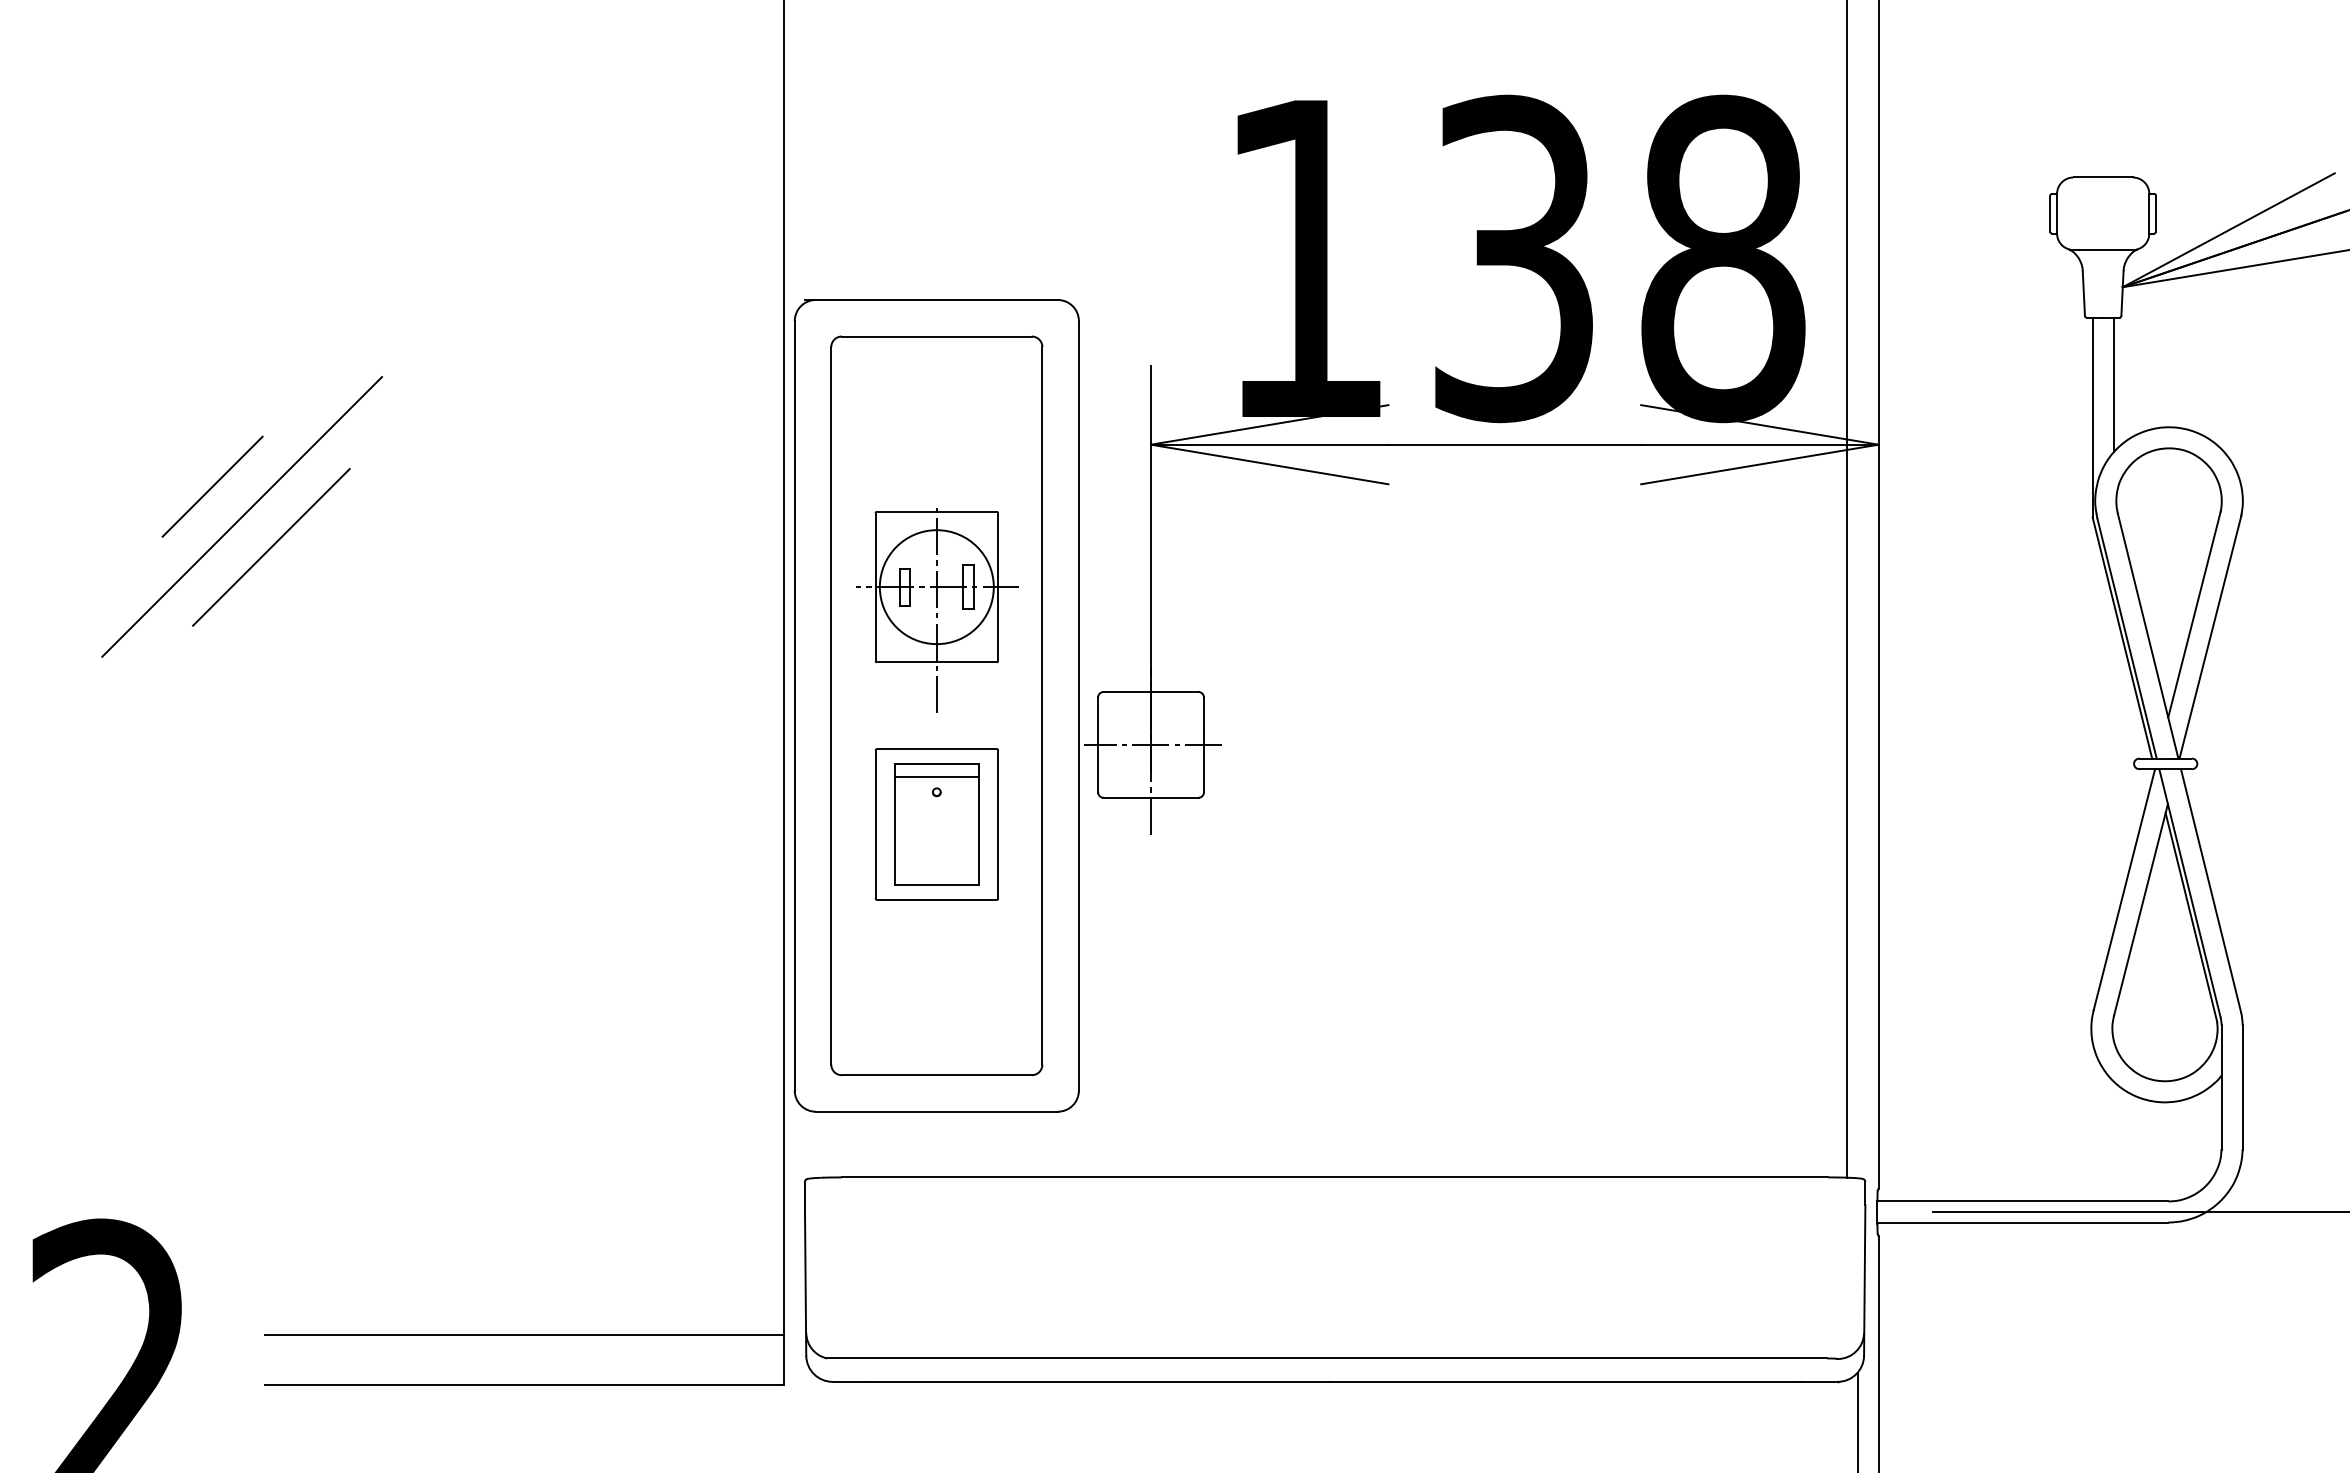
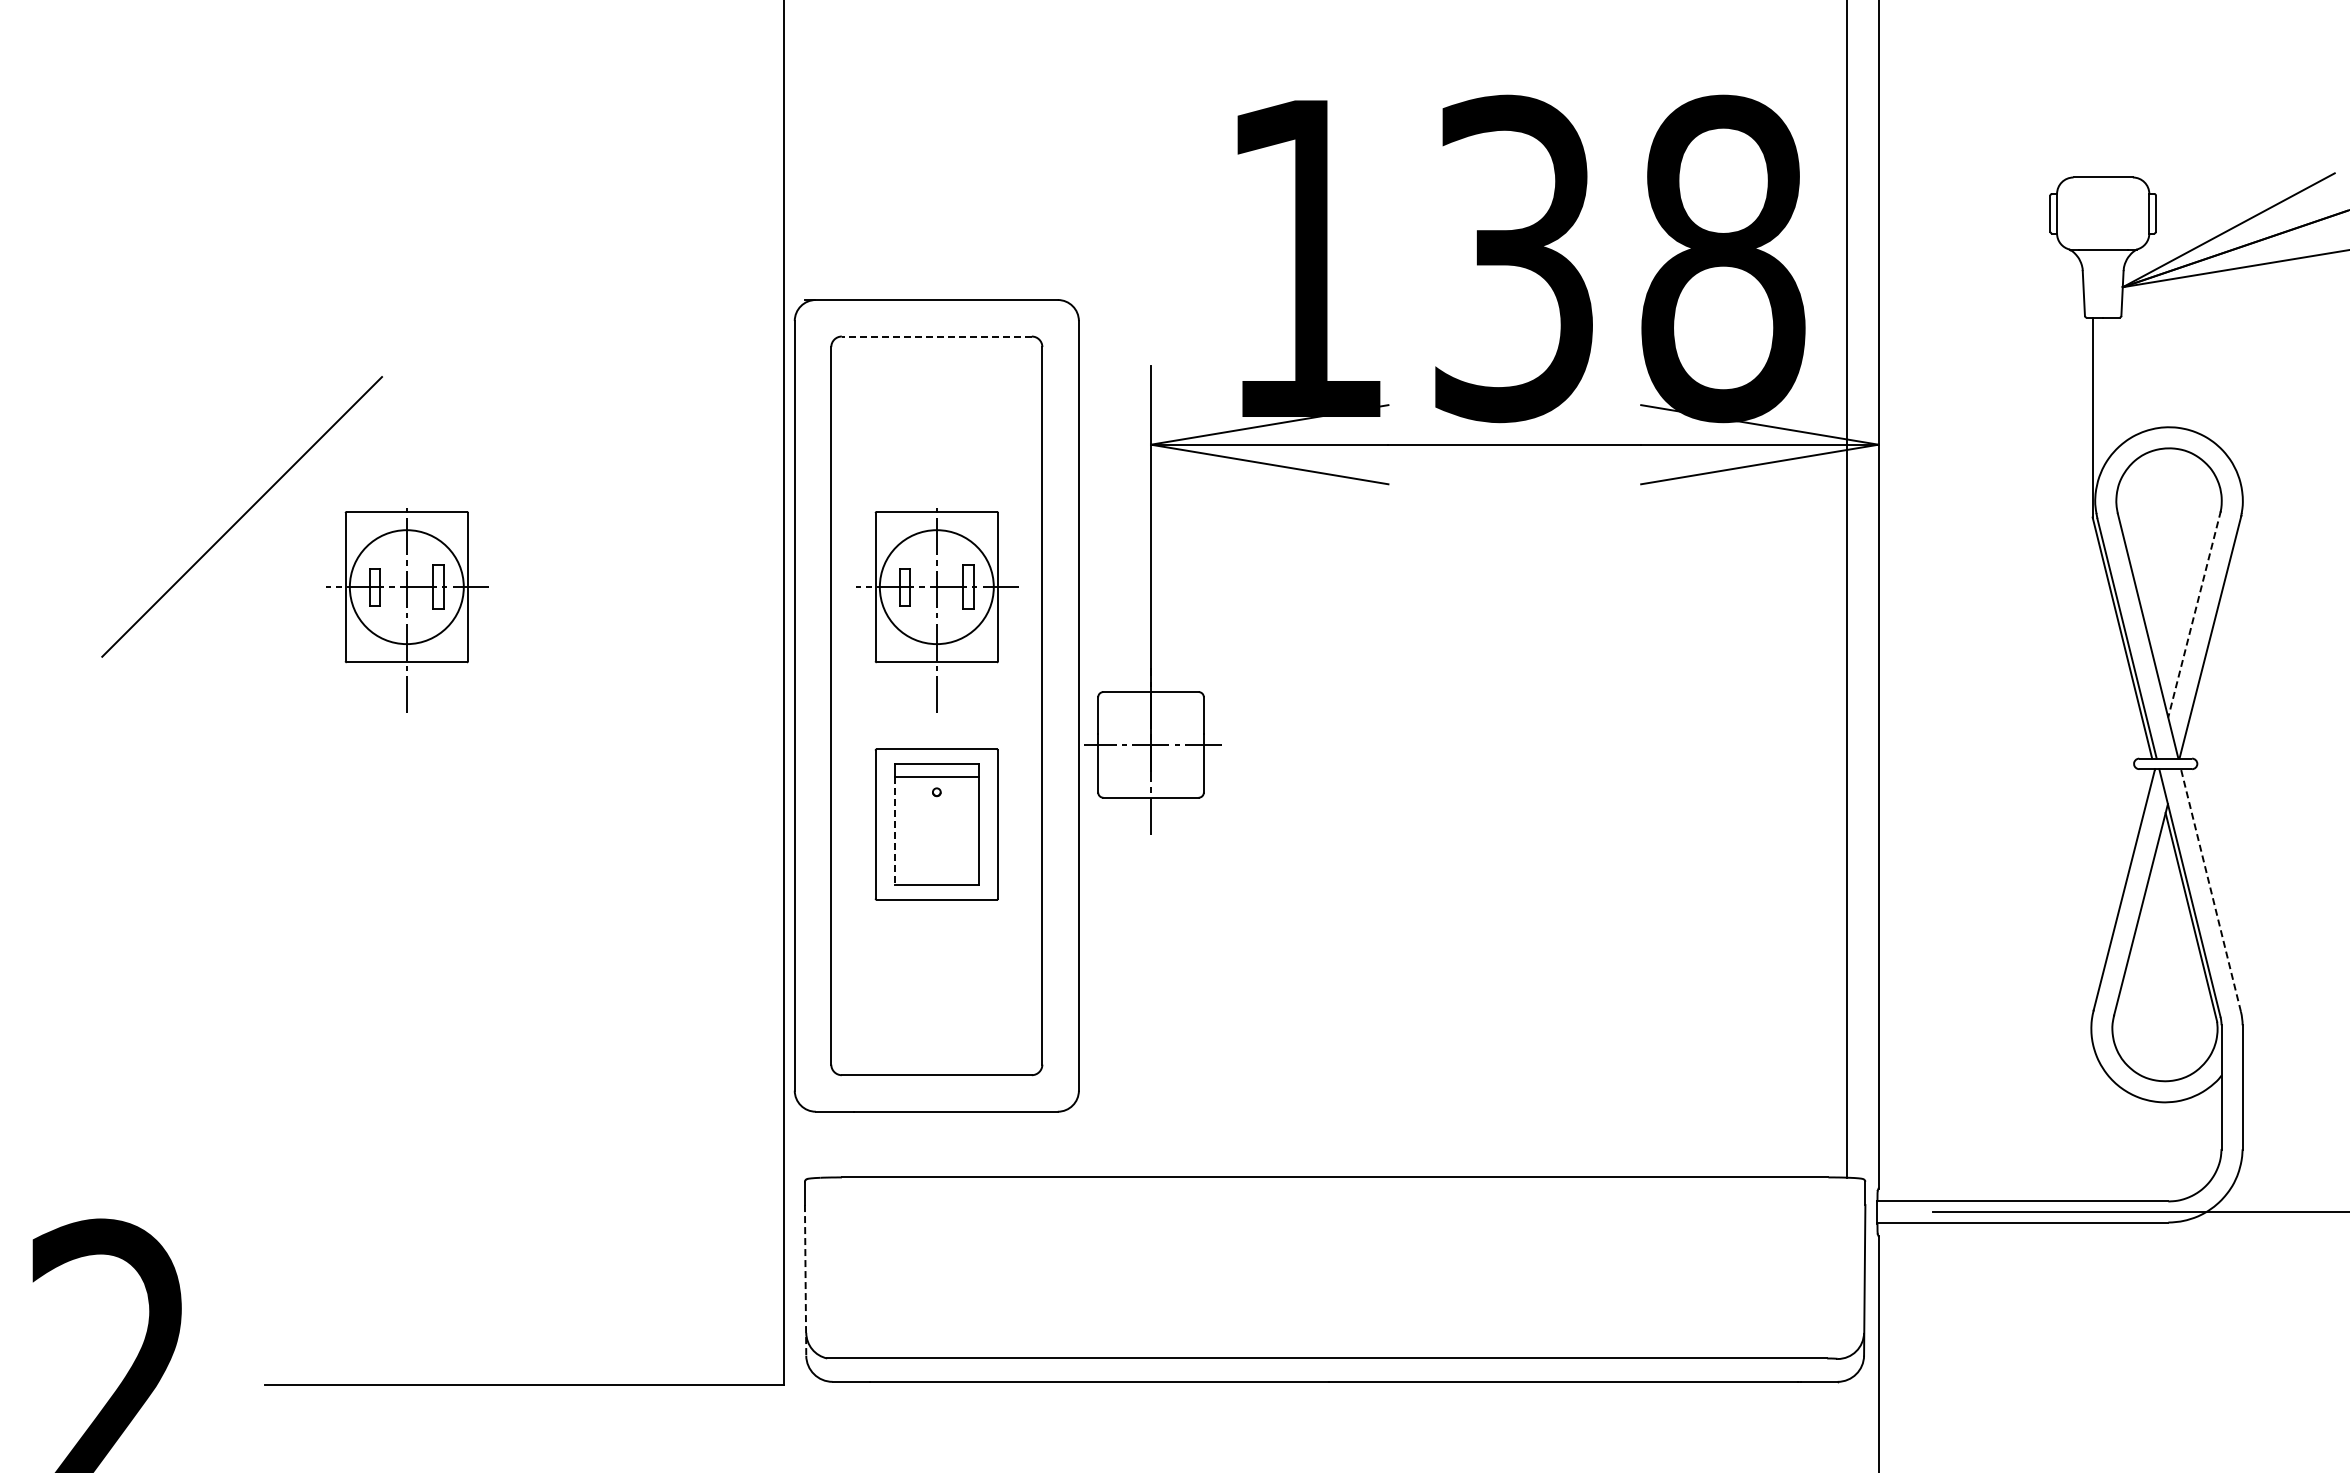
line at (936, 336): solid -> dashed
line at (2113, 384): present -> none
line at (212, 486): present -> none
line at (271, 547): present -> none
part at (407, 610): none -> present
line at (2194, 614): solid -> dashed
line at (894, 831): solid -> dashed
line at (2210, 890): solid -> dashed
line at (805, 1280): solid -> dashed
line at (523, 1334): present -> none
line at (1857, 1420): present -> none
